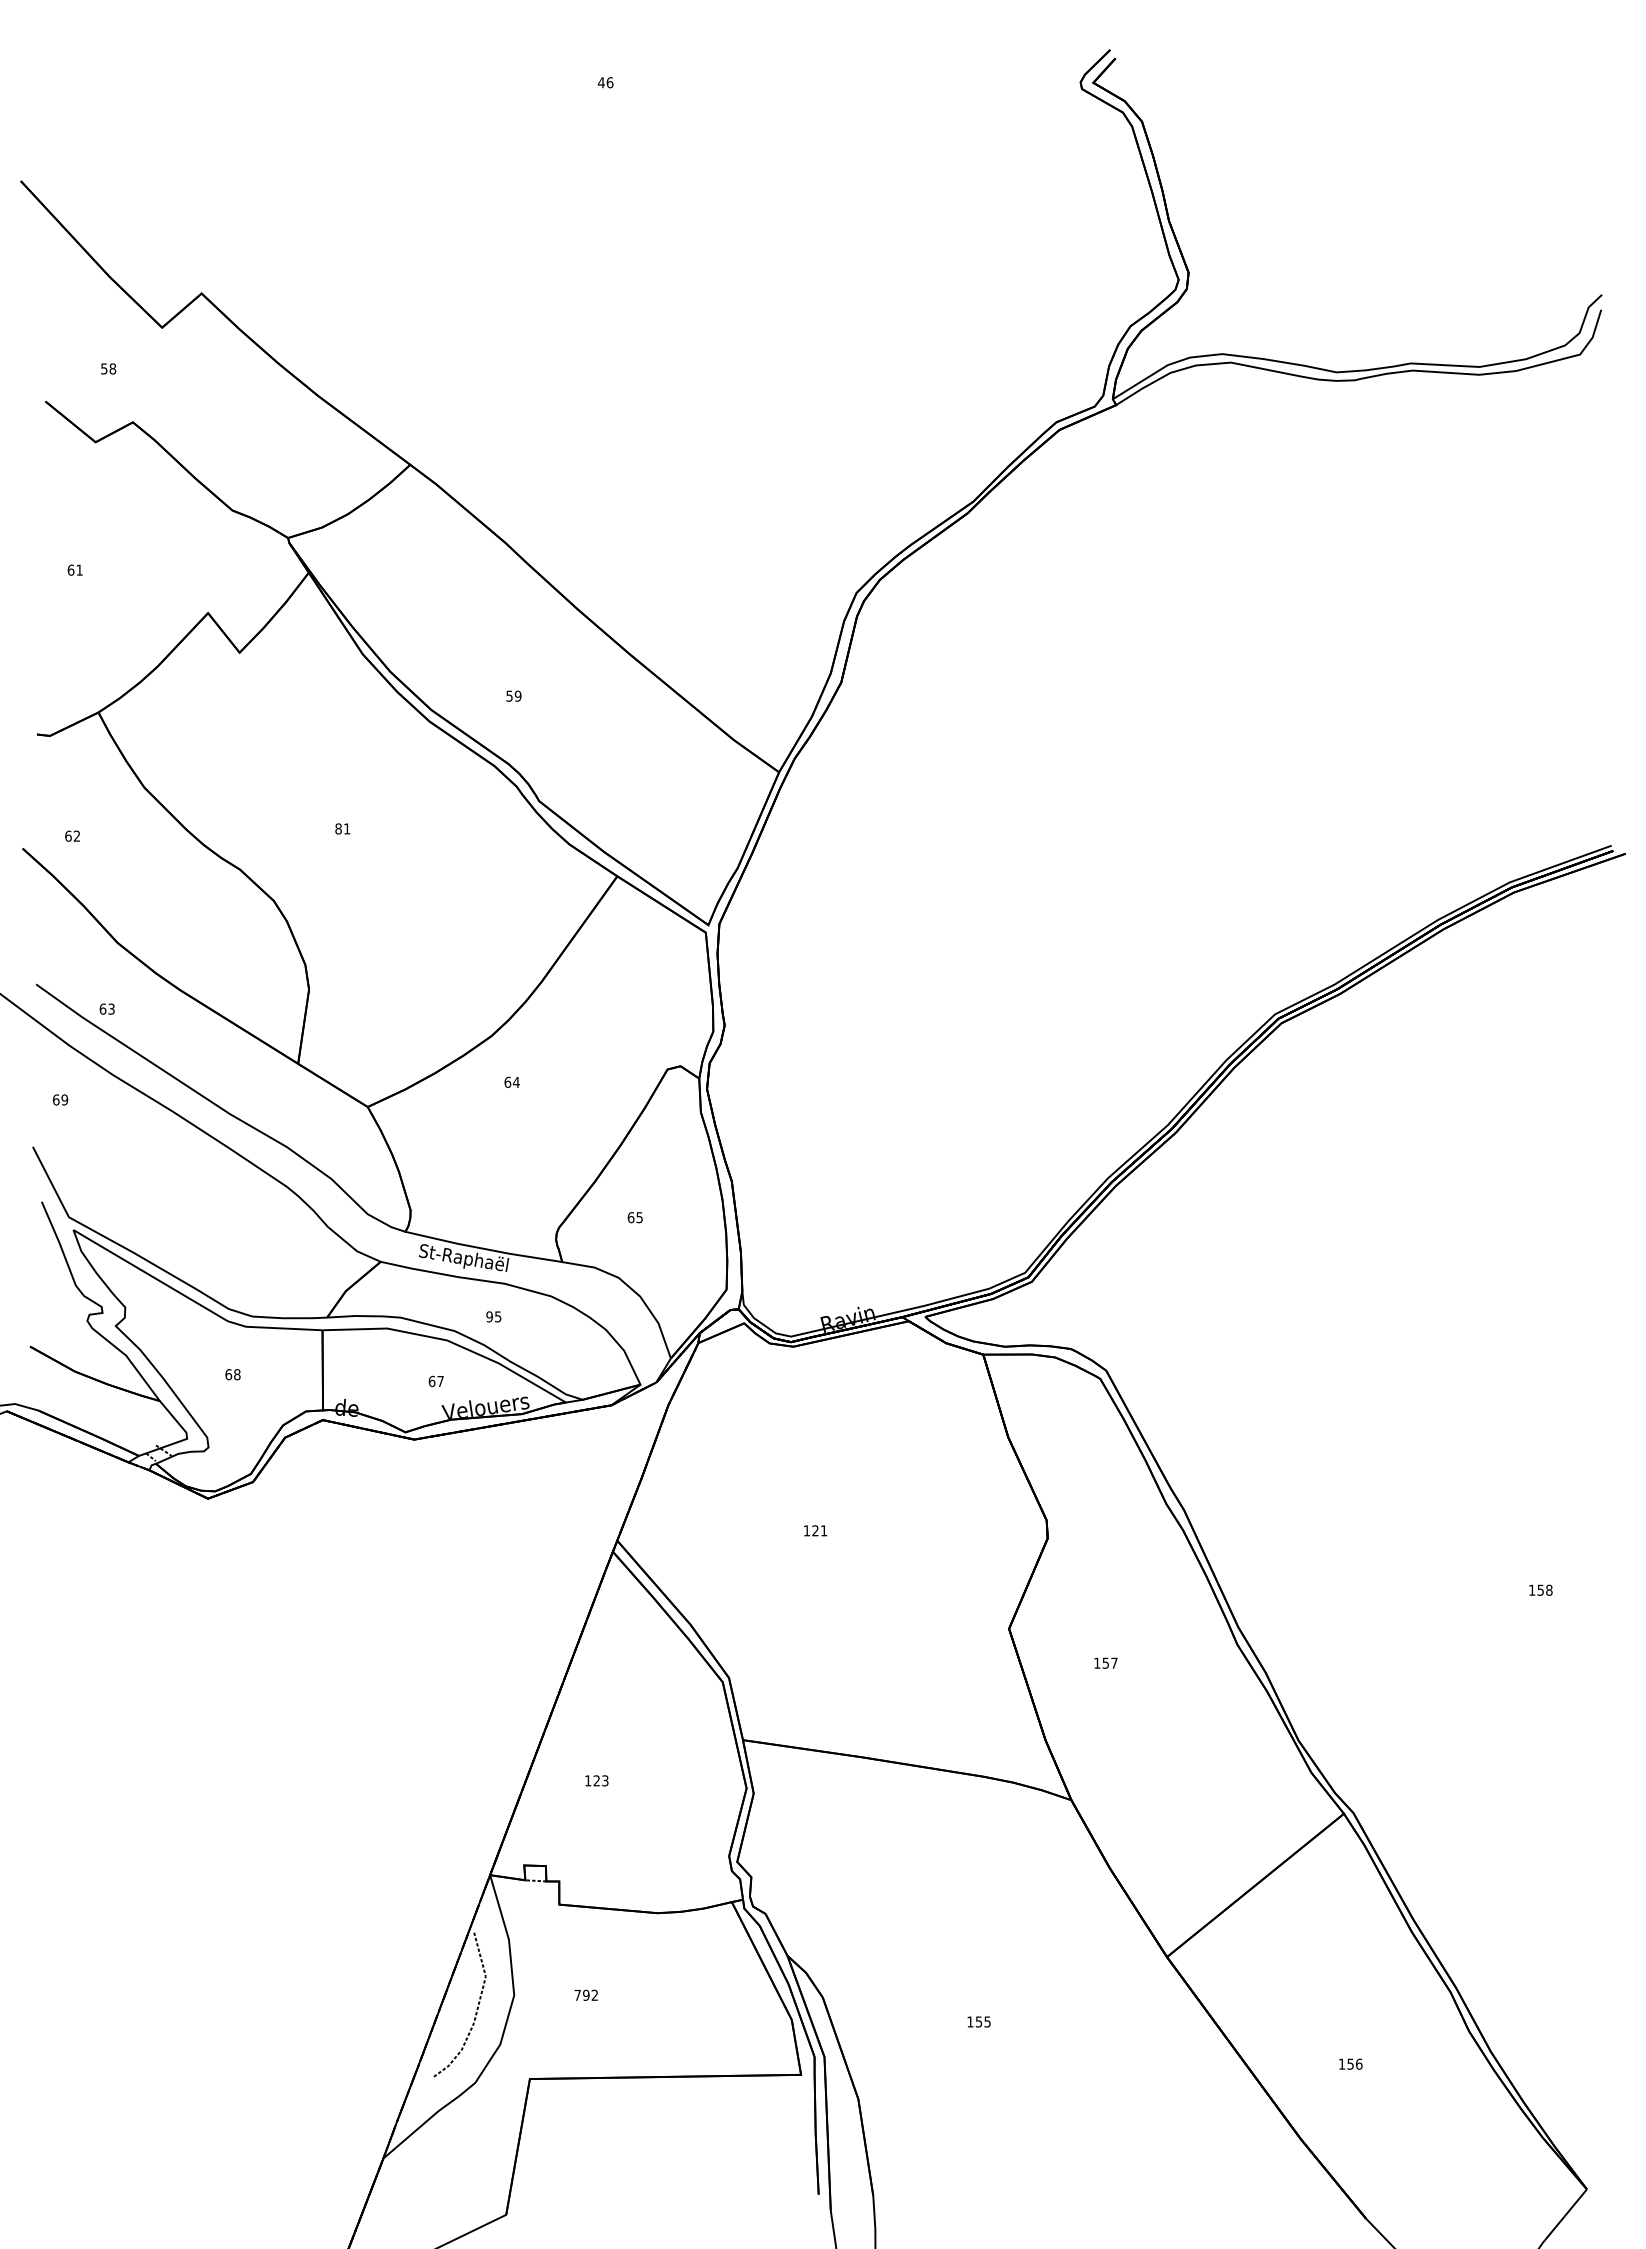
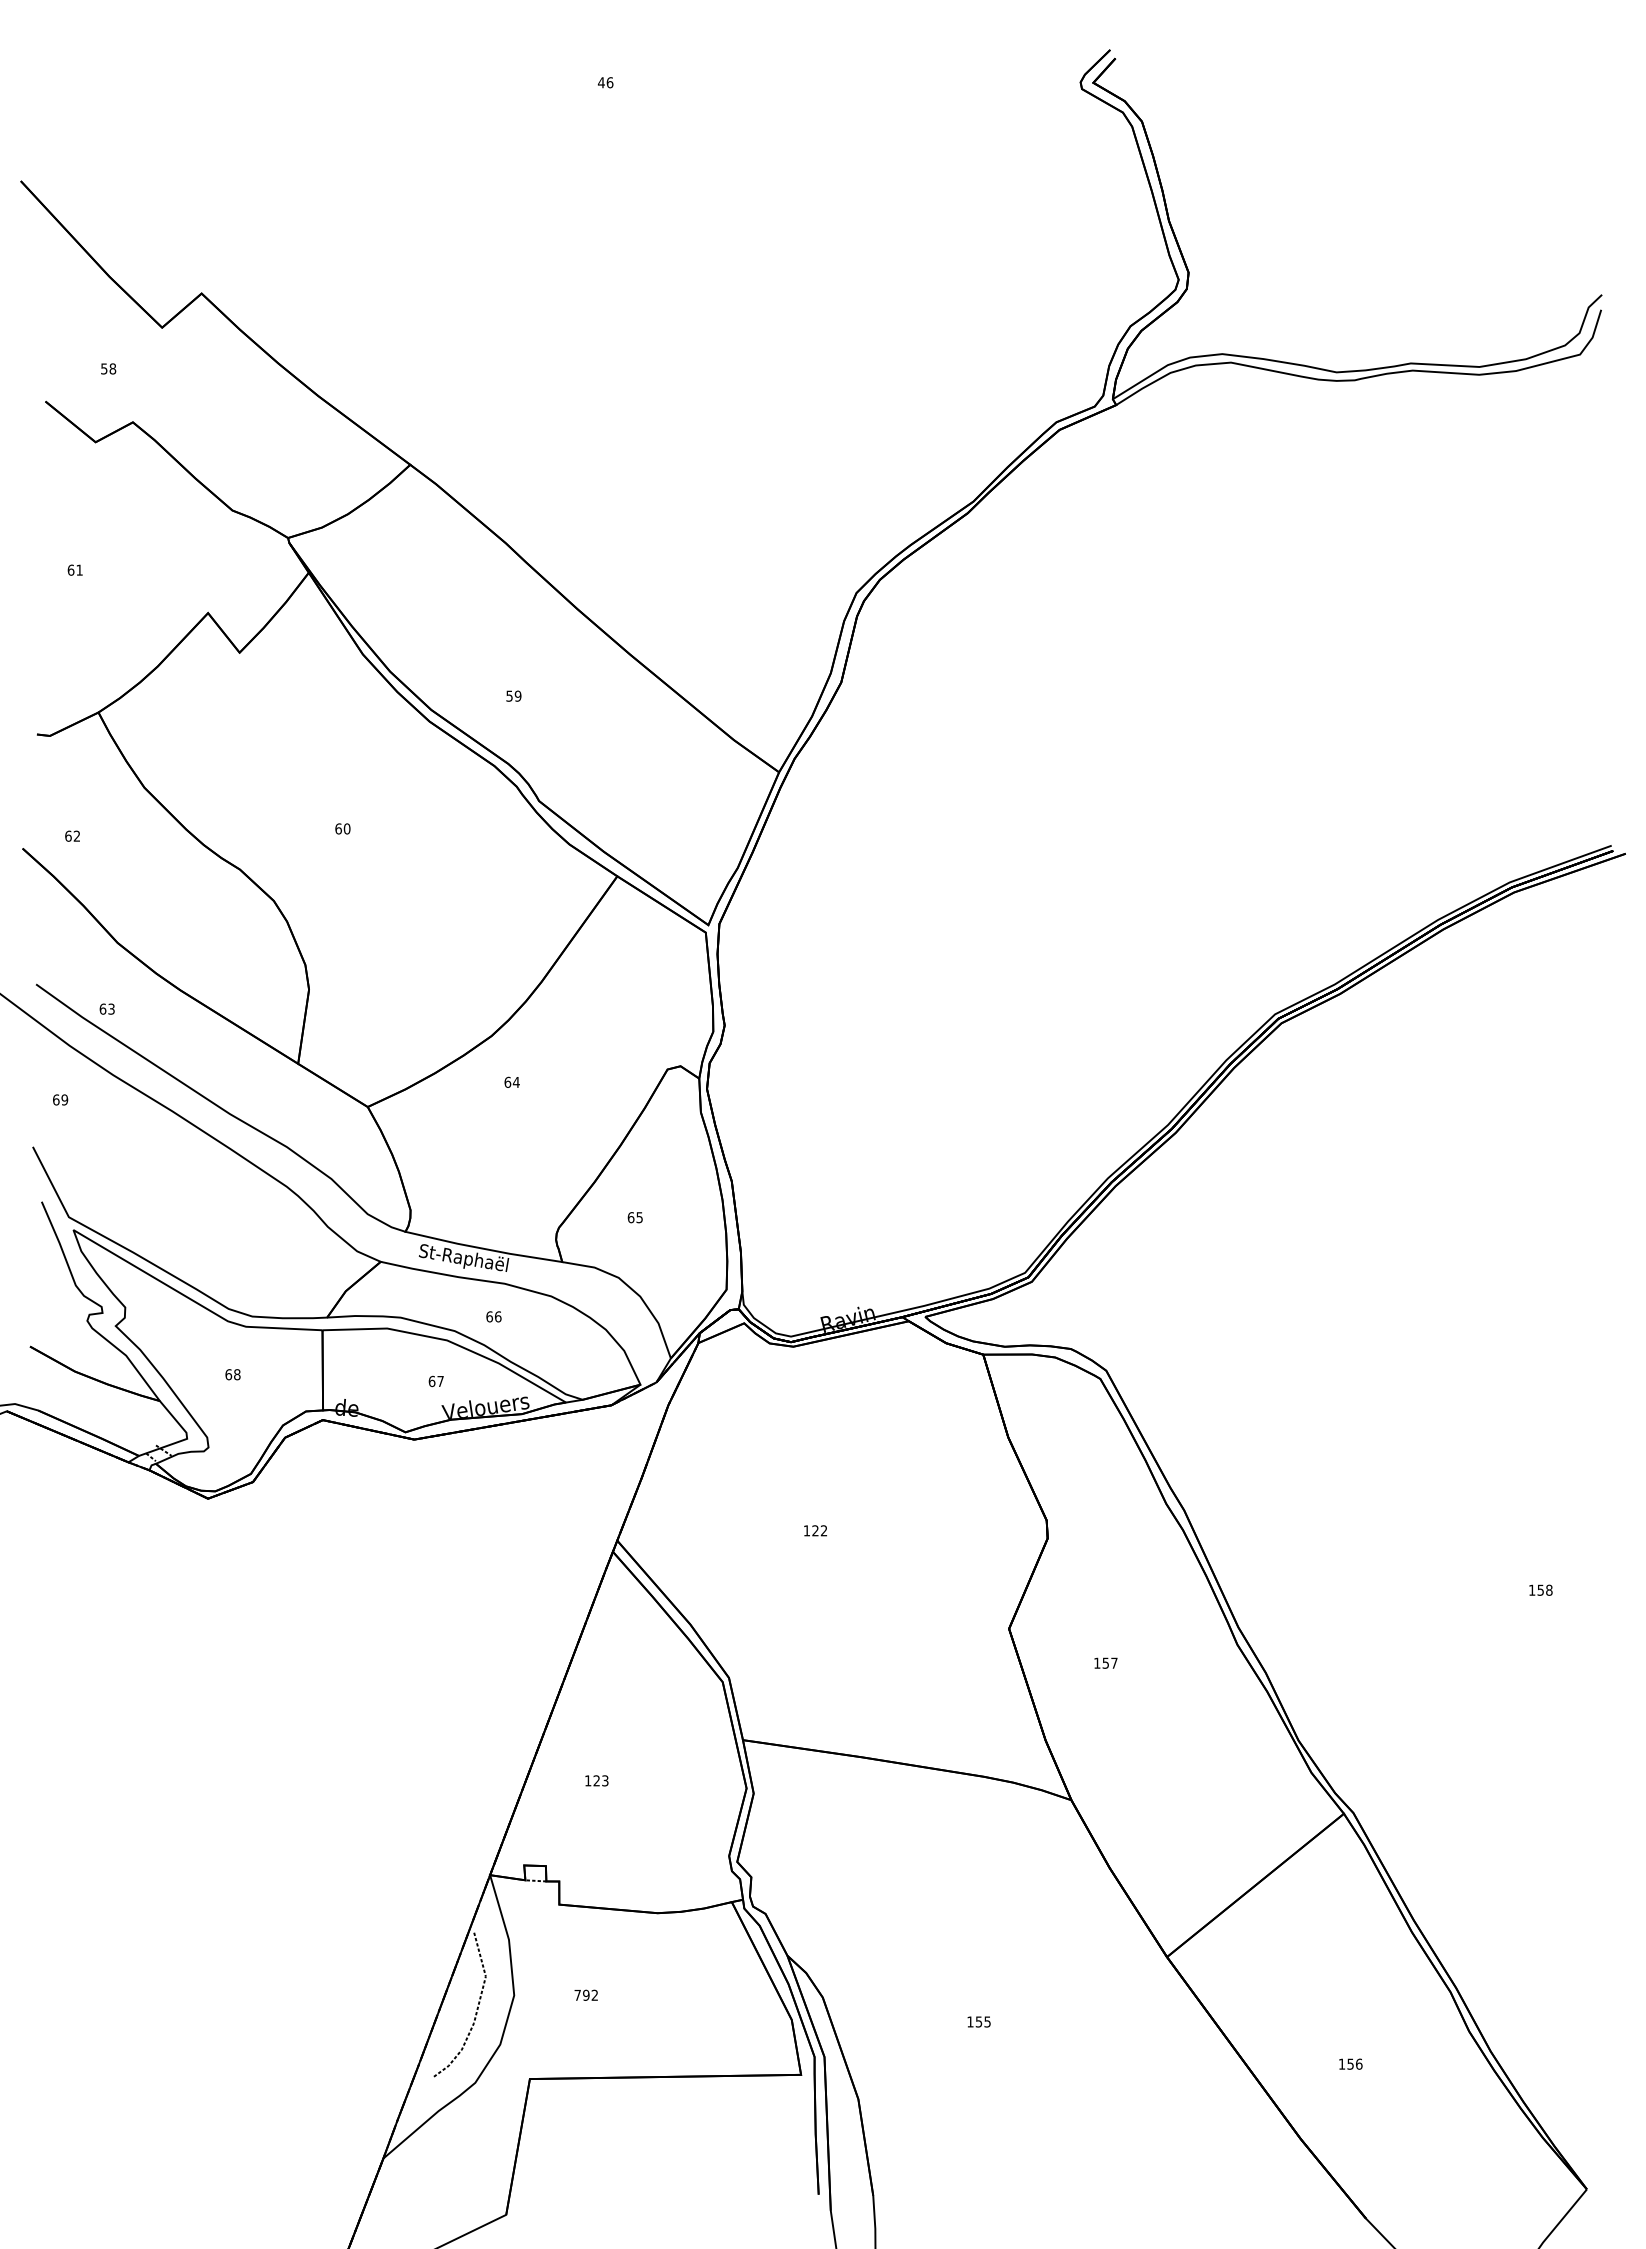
text at (342, 828): 81 -> 60
text at (493, 1316): 95 -> 66
text at (823, 1530): 121 -> 122
